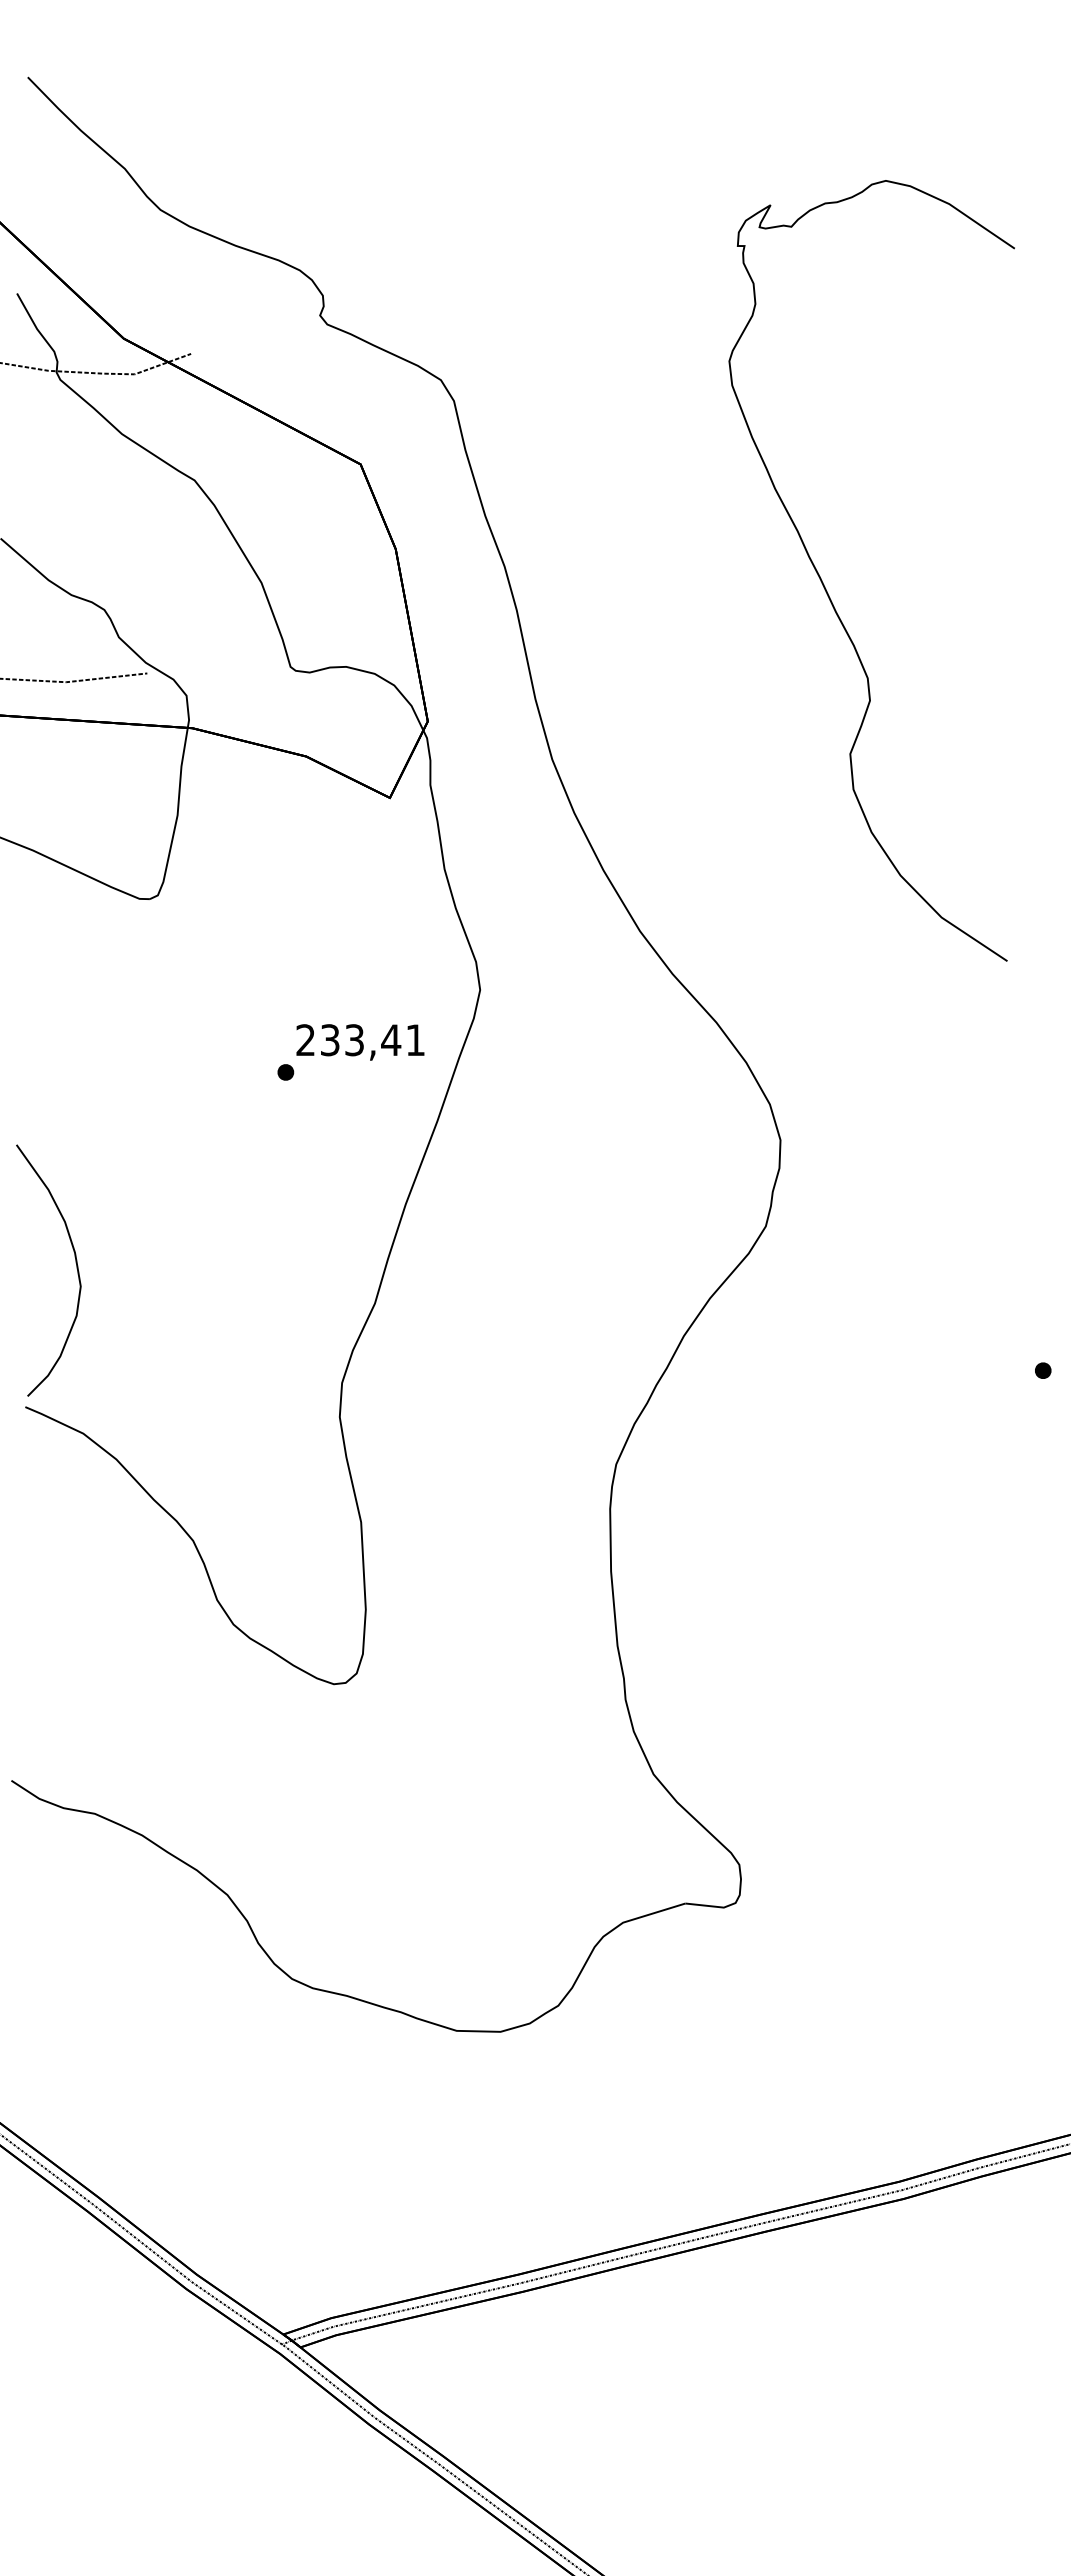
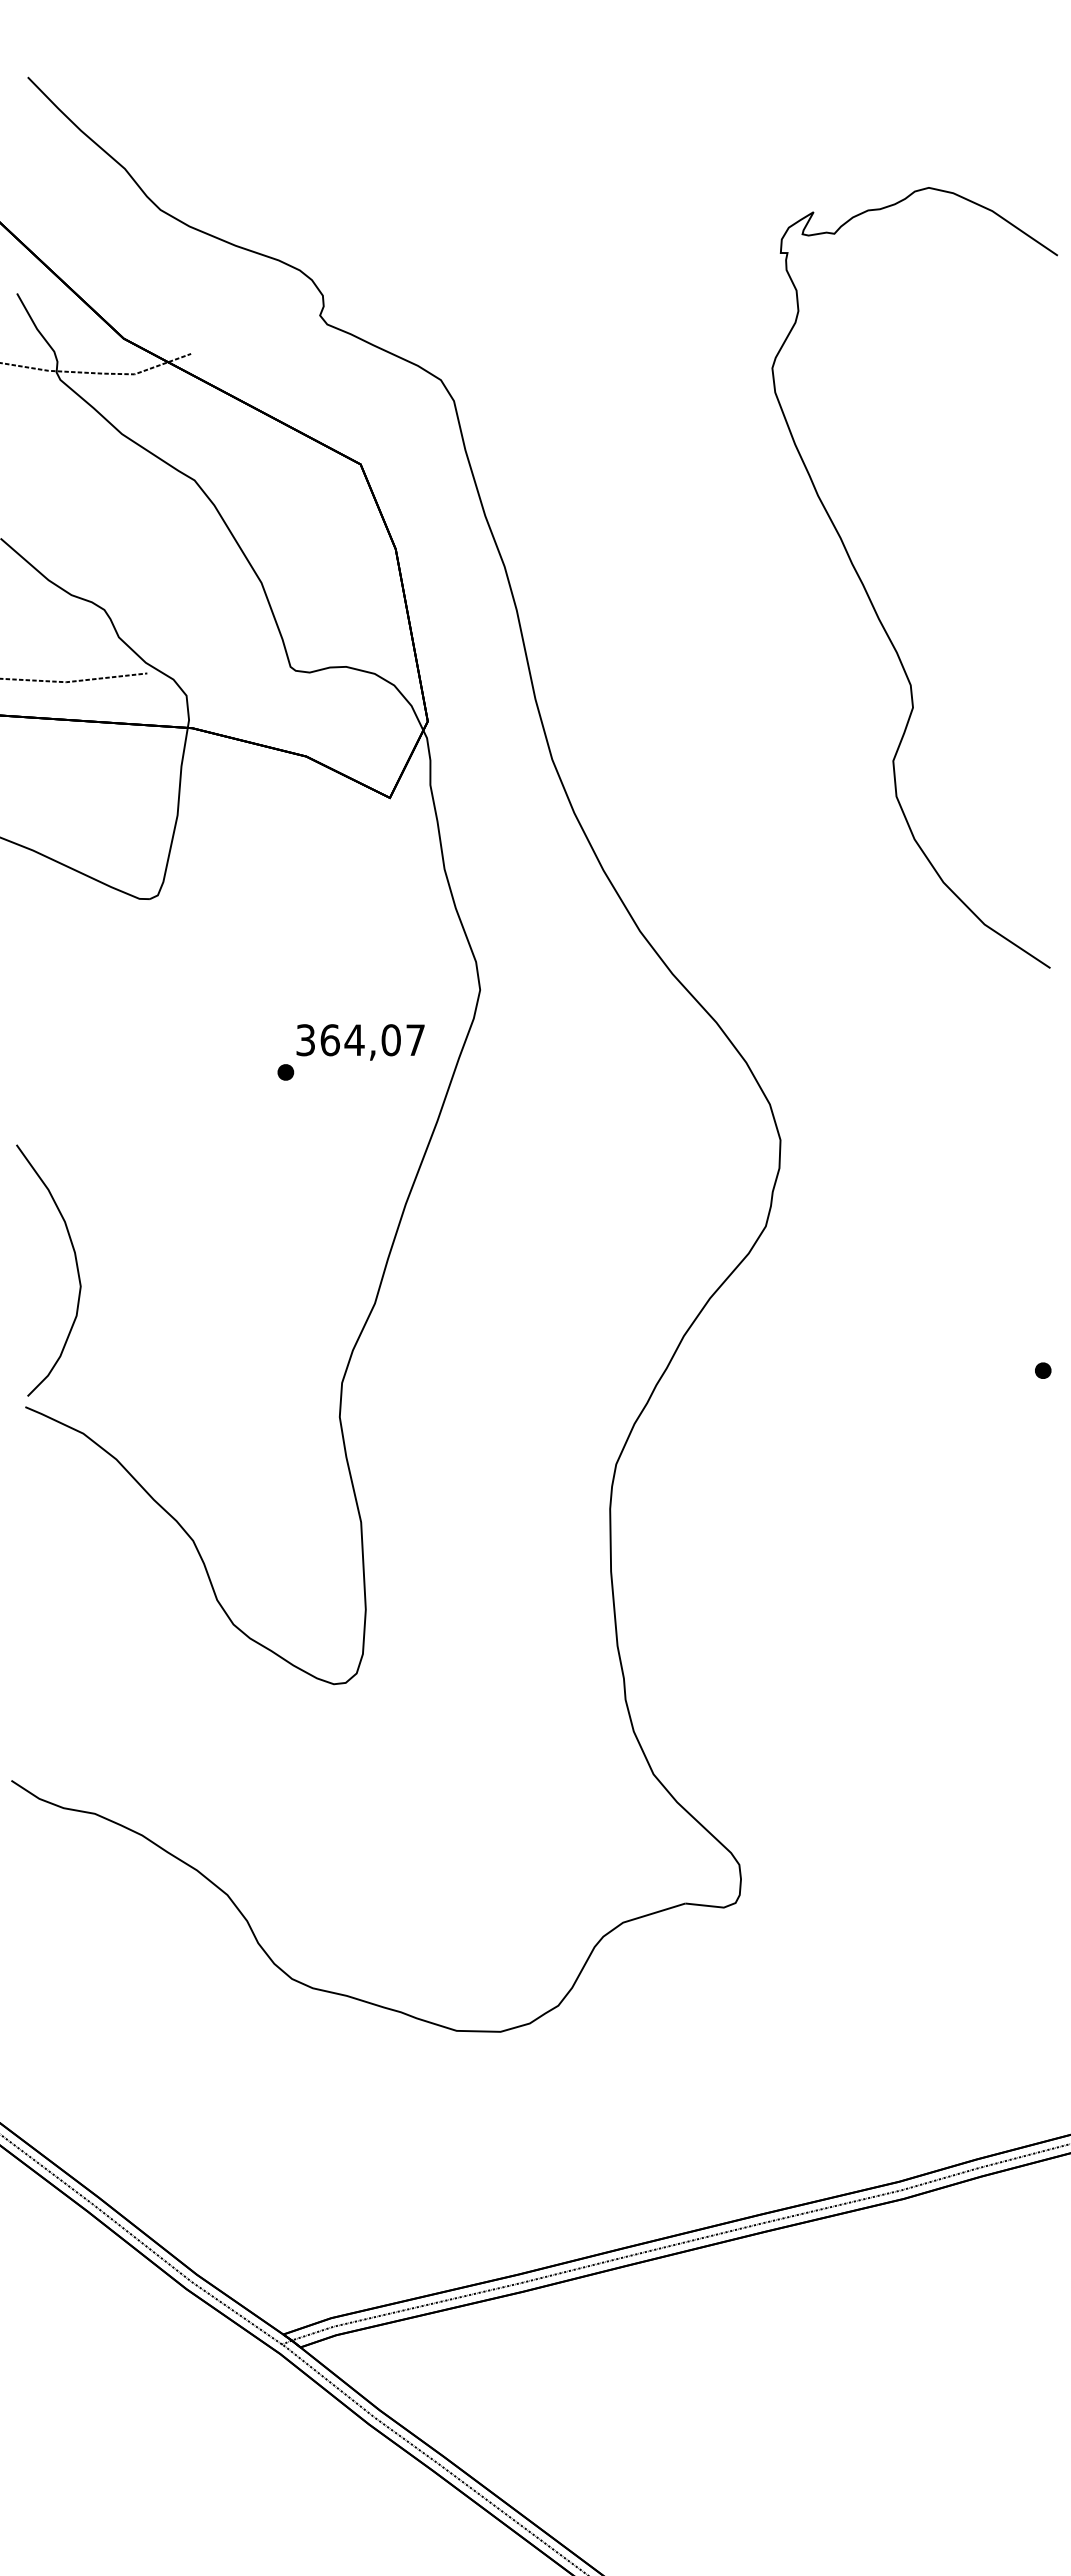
part at (825, 586) position: (825, 586) -> (868, 593)
text at (360, 1040): 233,41 -> 364,07
